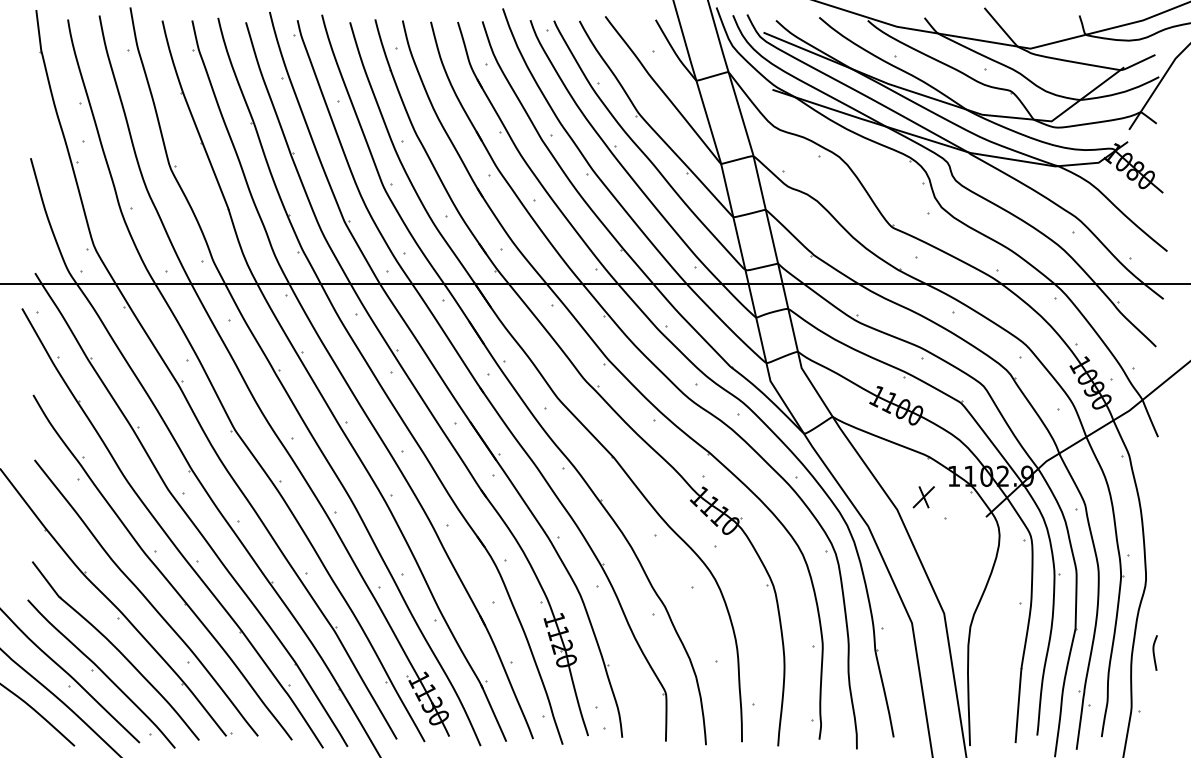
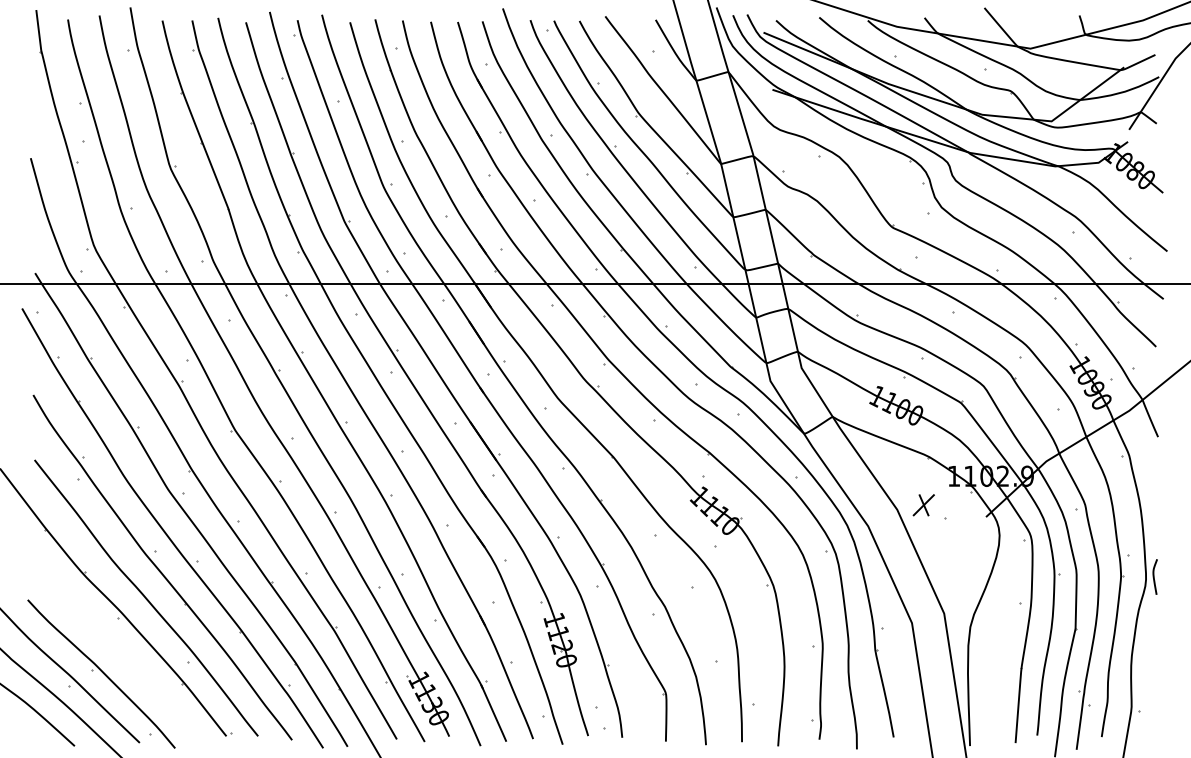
part at (923, 497) position: (923, 497) -> (923, 505)
part at (115, 650): present -> none
curve at (1154, 652) position: (1154, 652) -> (1154, 576)
